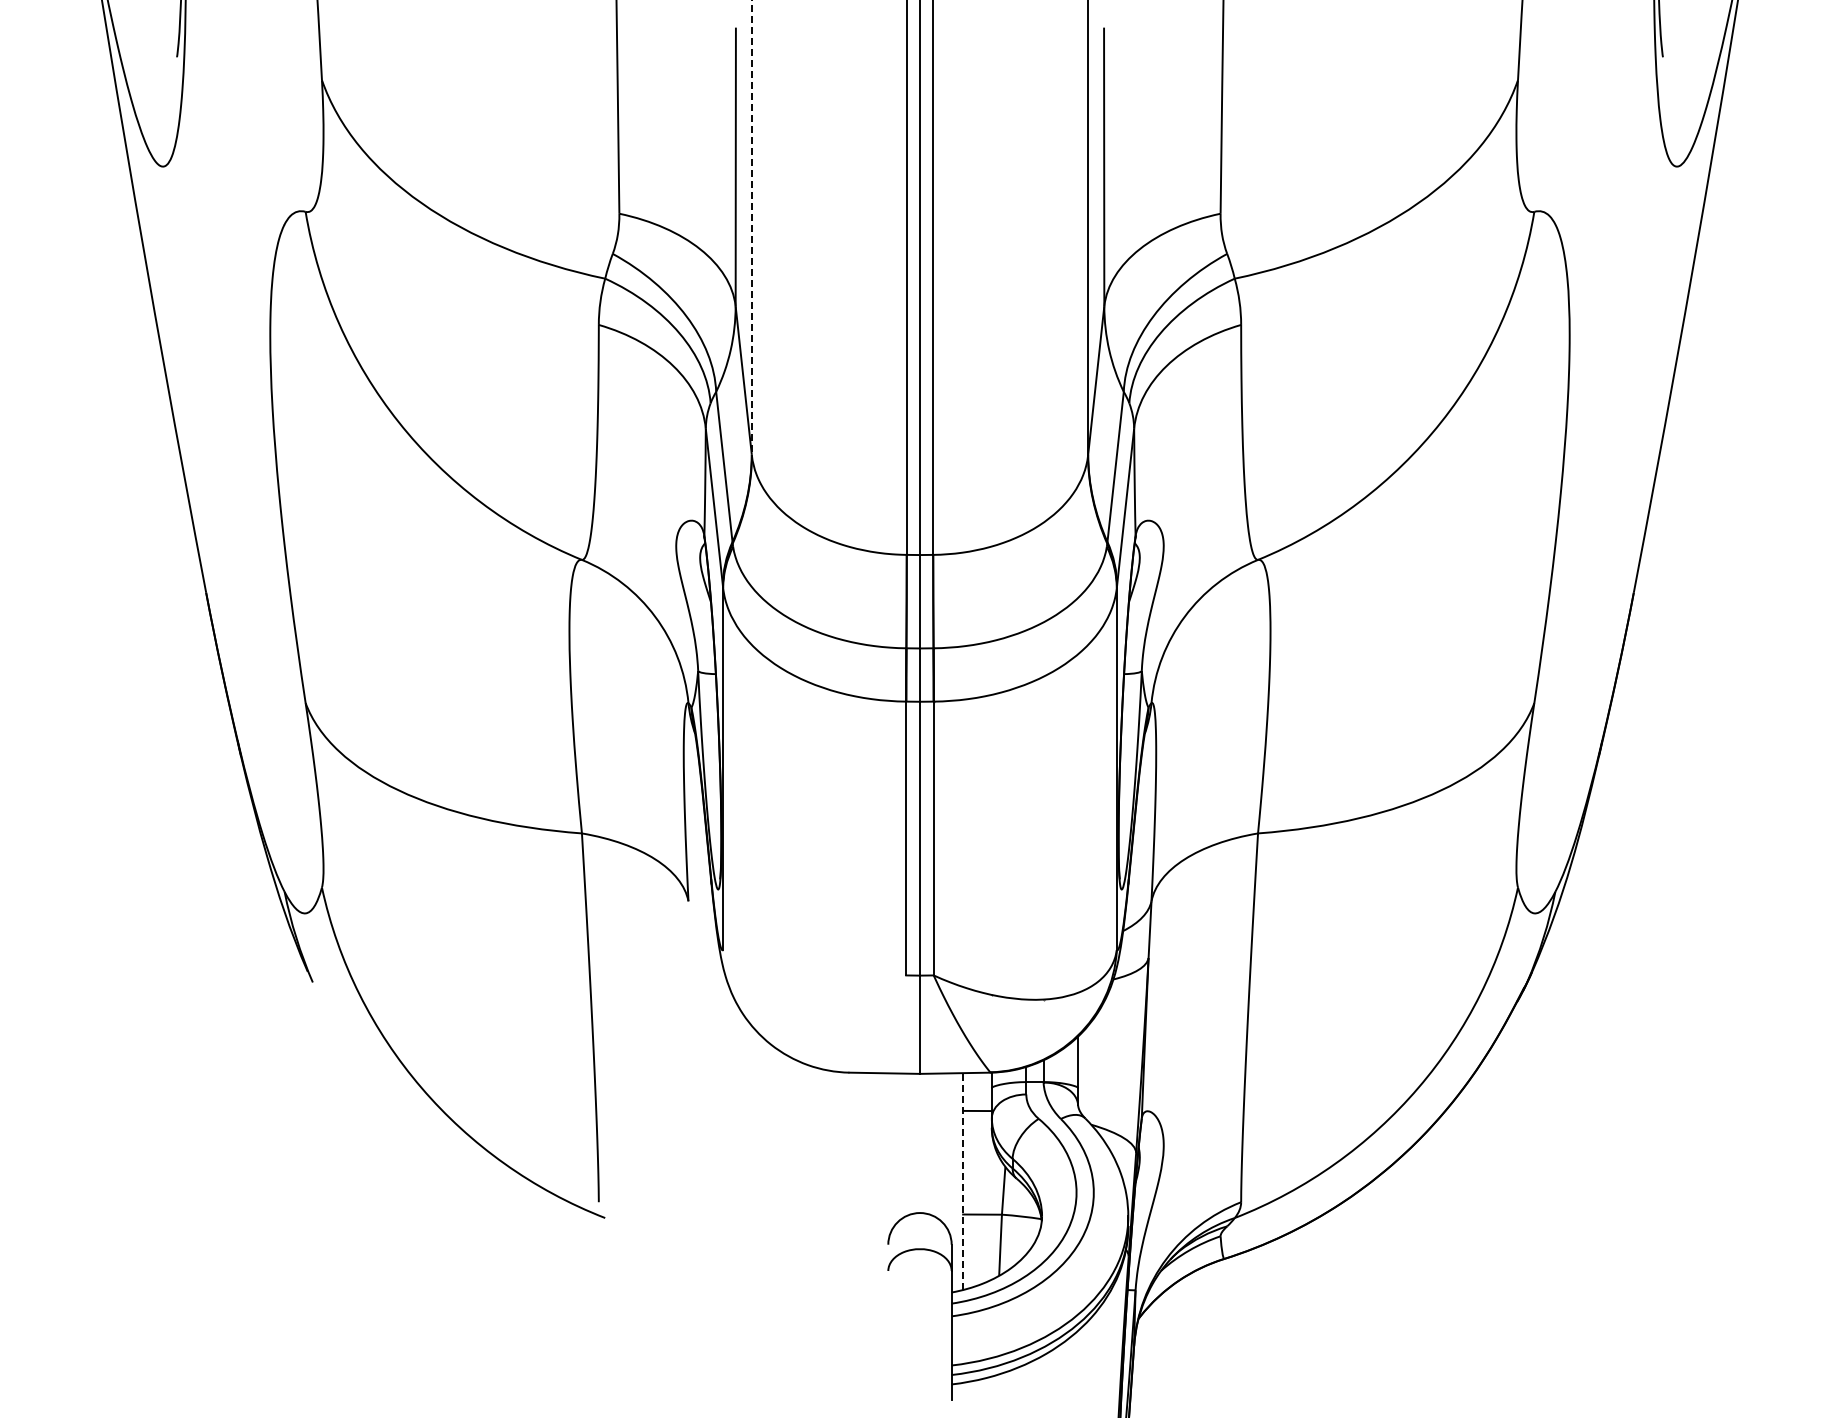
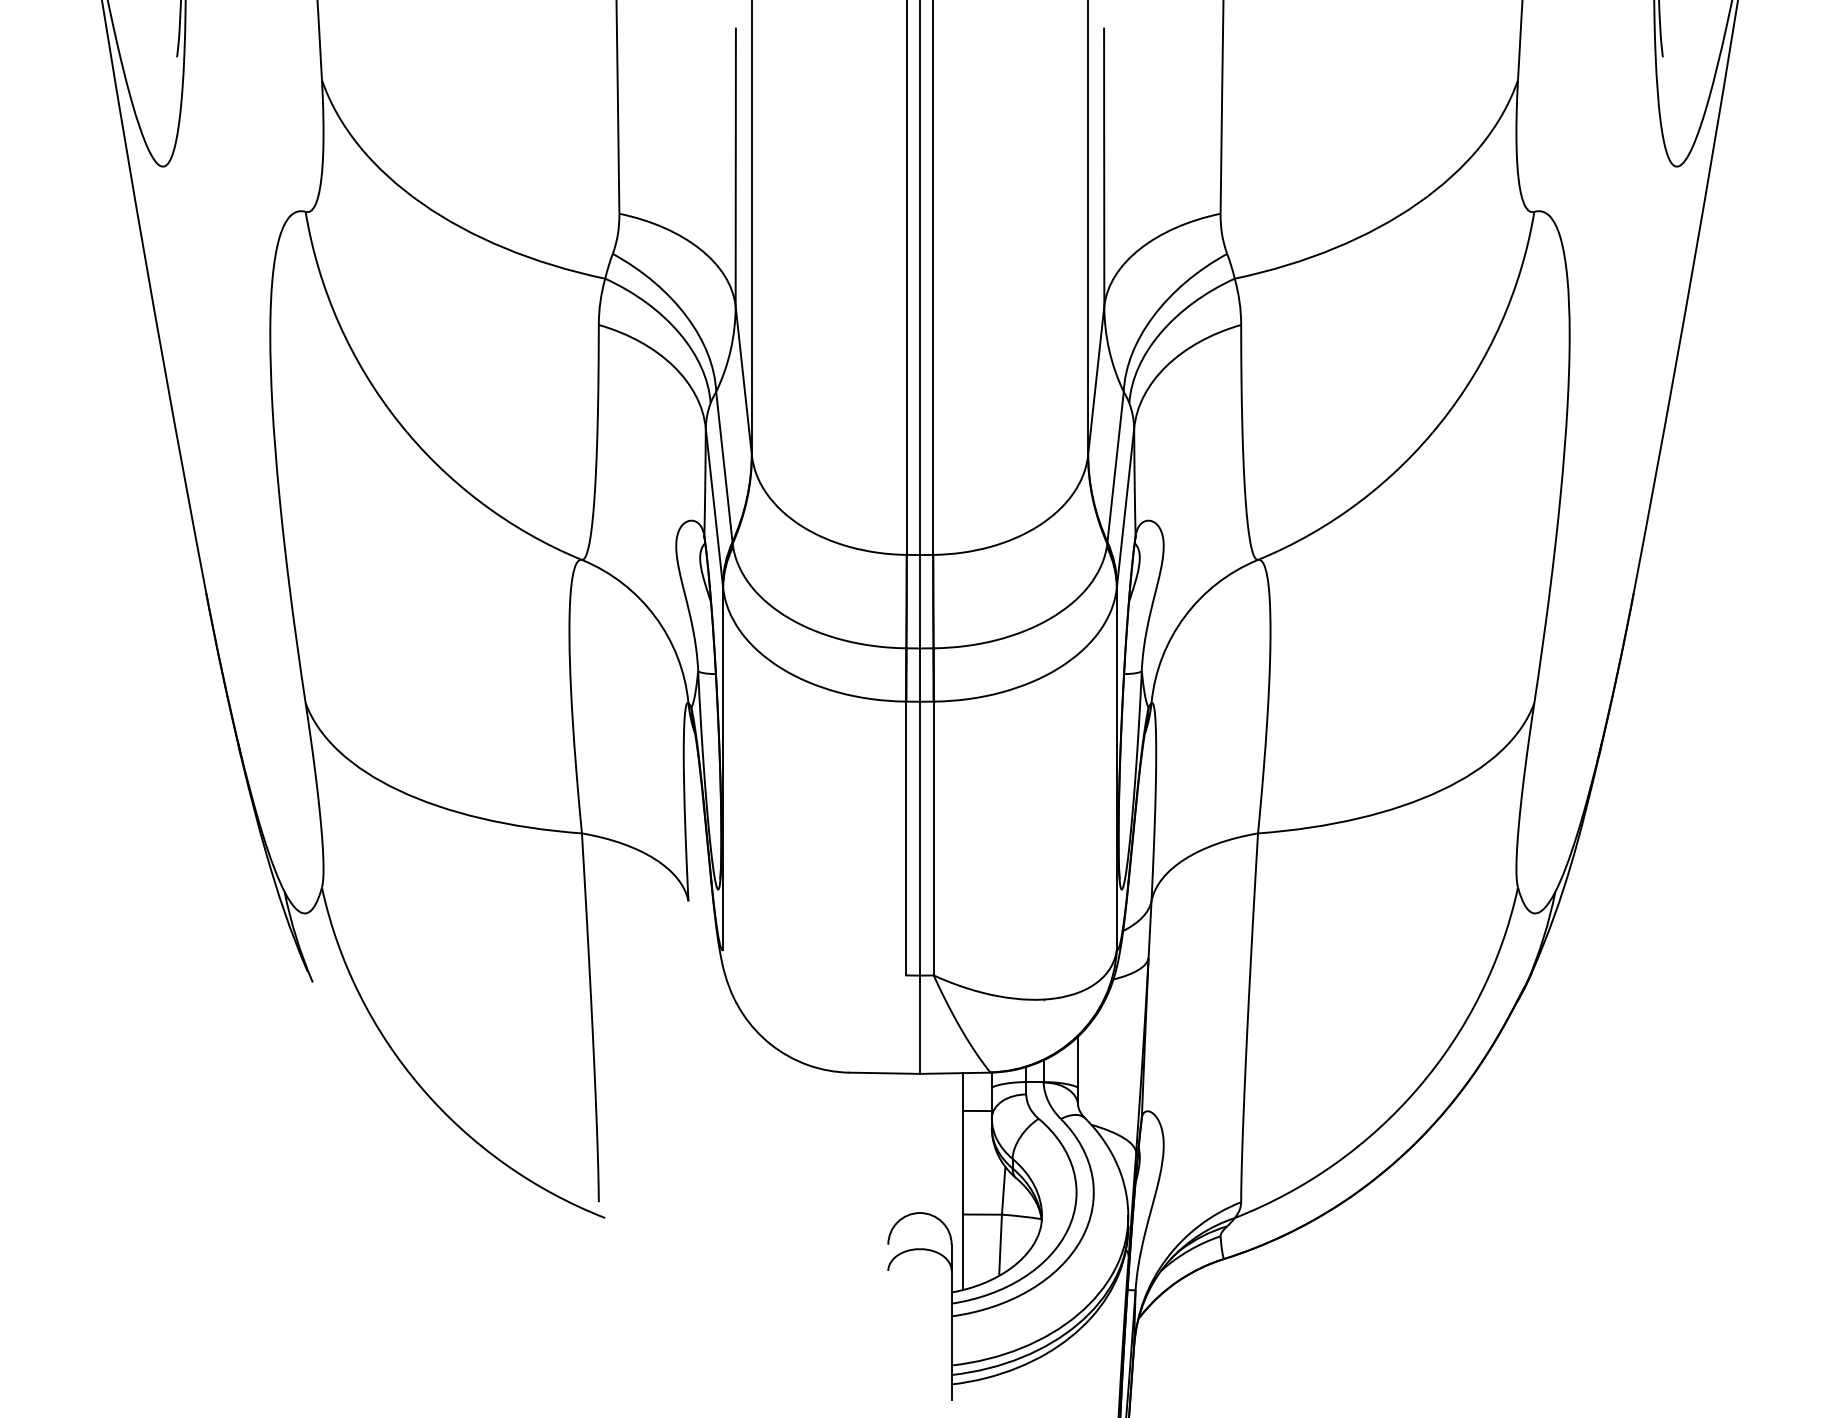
line at (751, 227): dashed -> solid
line at (963, 1181): dashed -> solid
